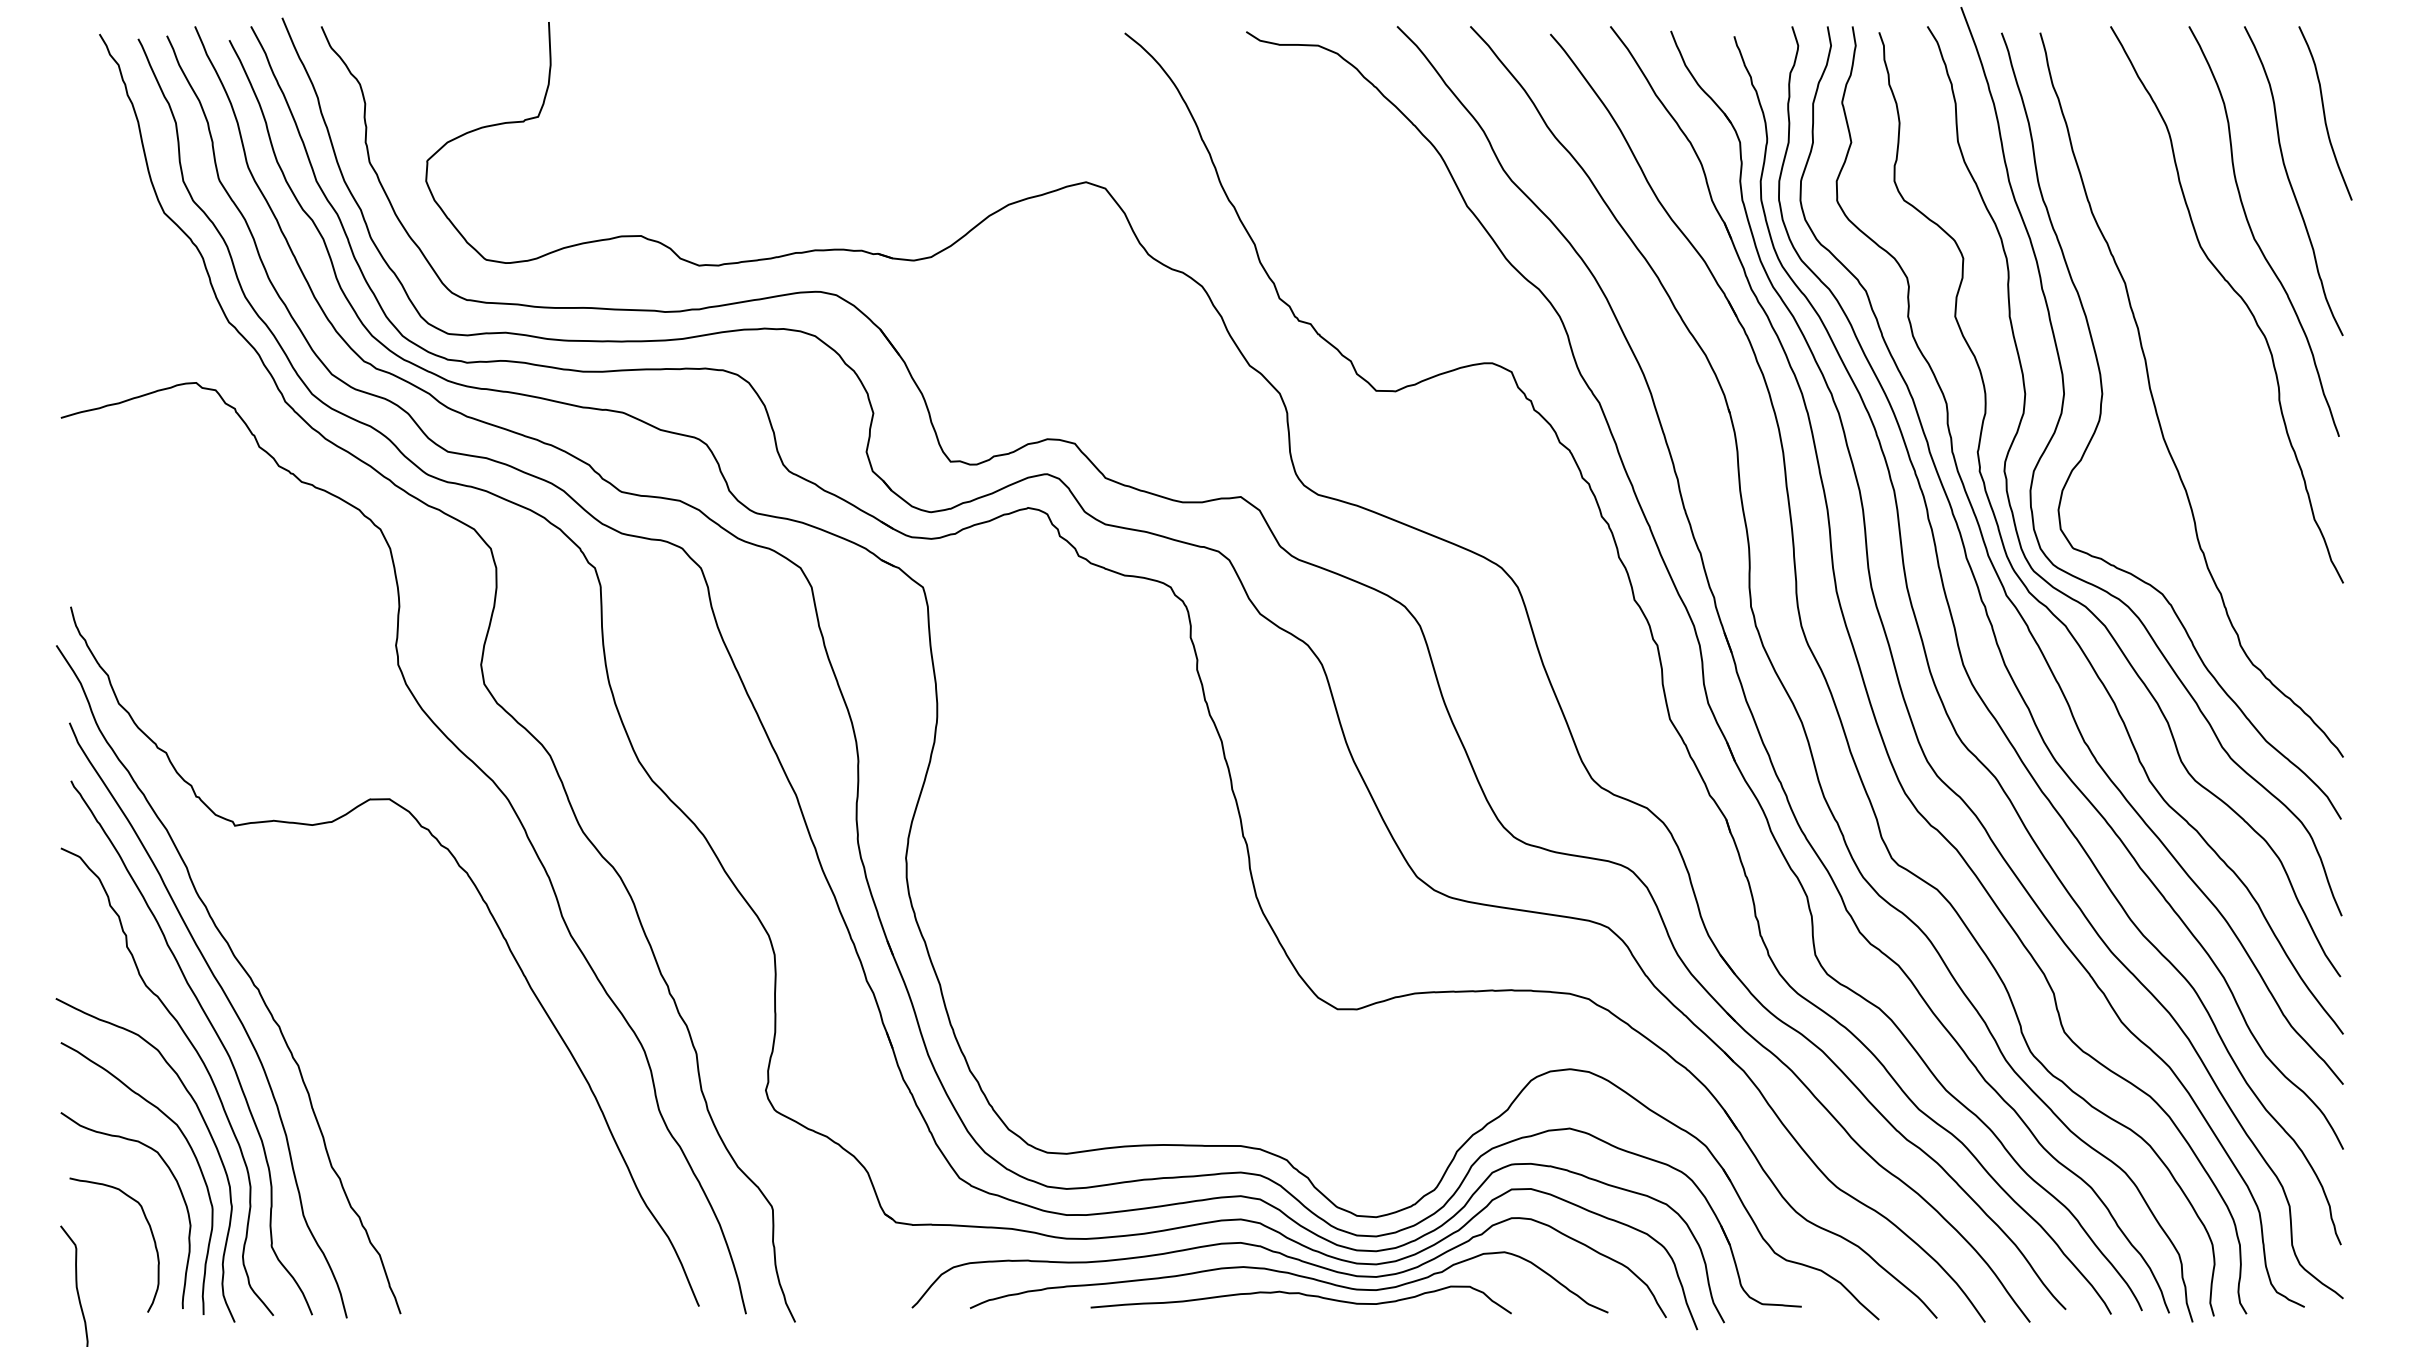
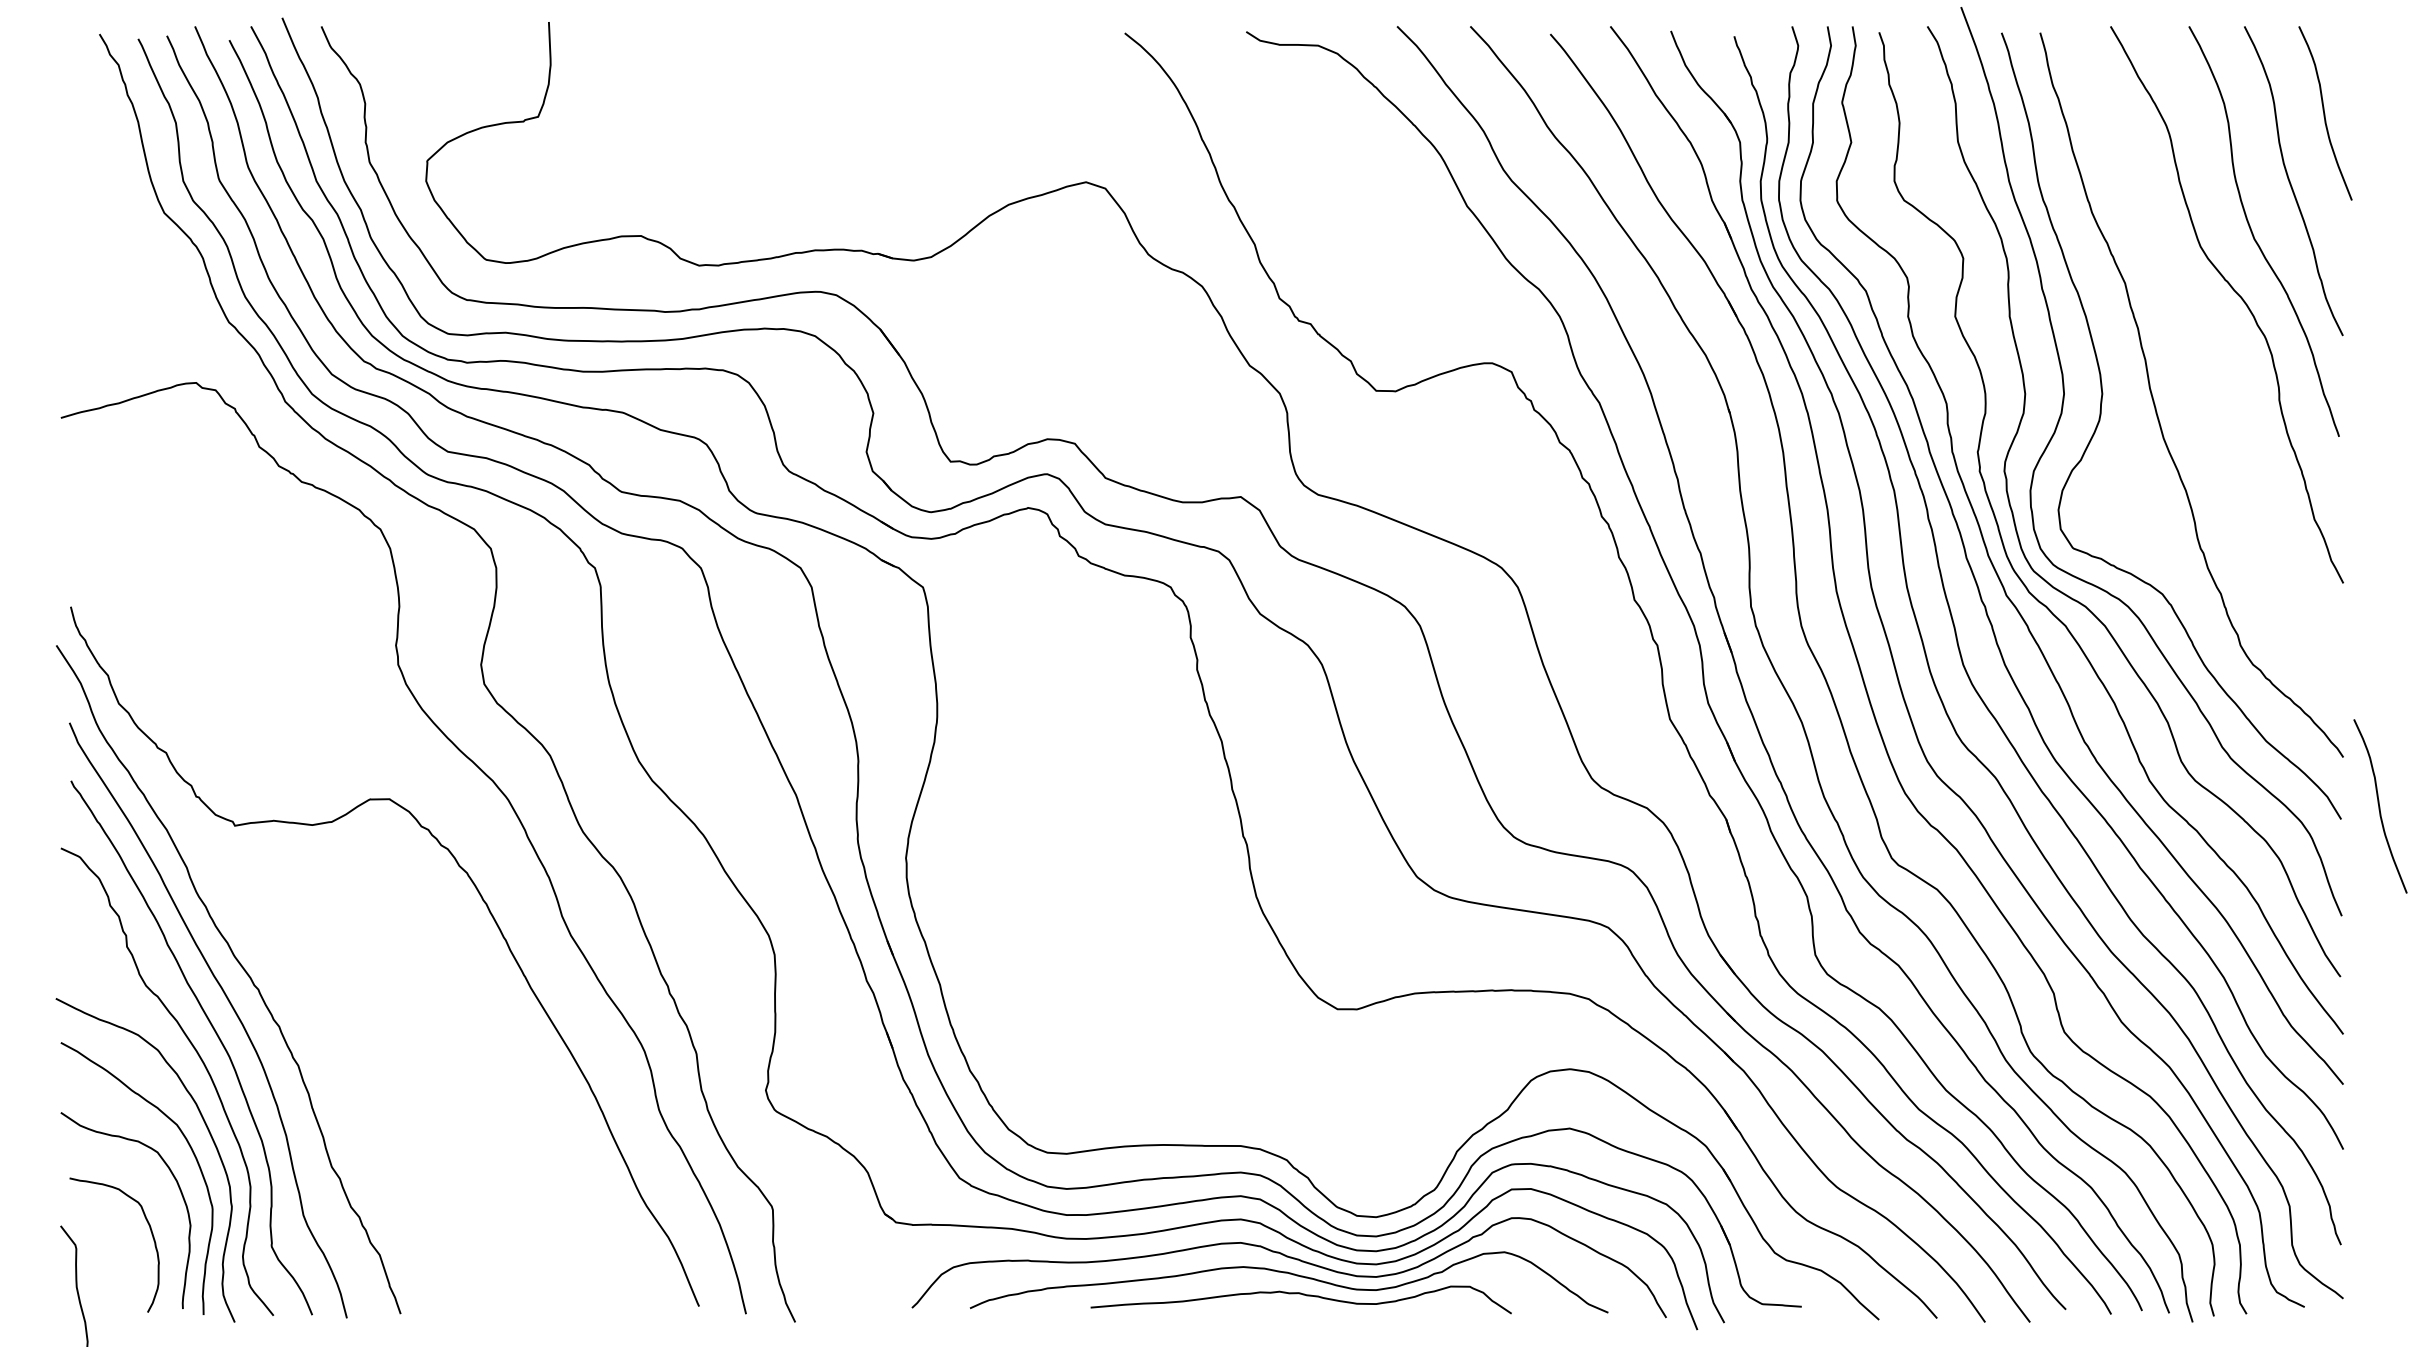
curve at (2380, 806): none -> present
